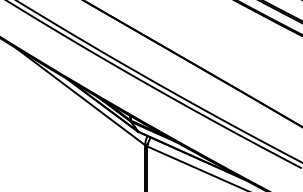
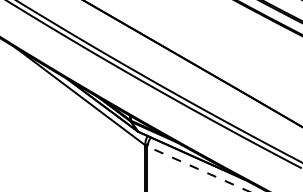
line at (198, 169): solid -> dashed
